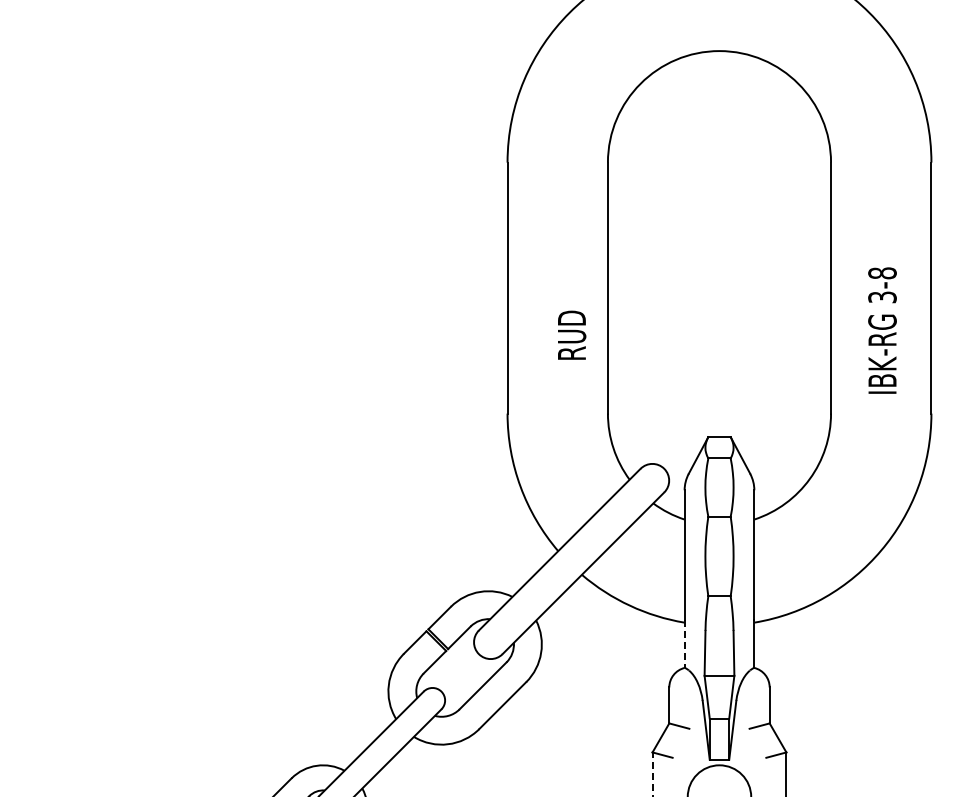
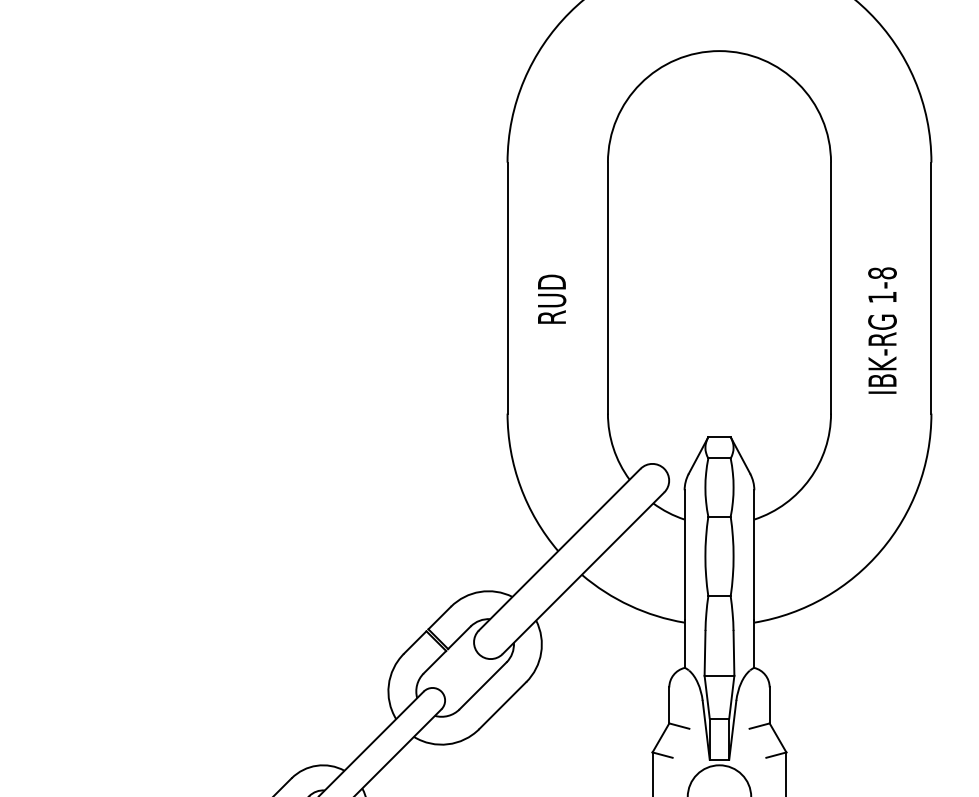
text at (882, 297): 3-8 -> 1-8
text at (572, 334) position: (572, 334) -> (552, 298)
line at (684, 644): dashed -> solid
line at (652, 774): dashed -> solid
